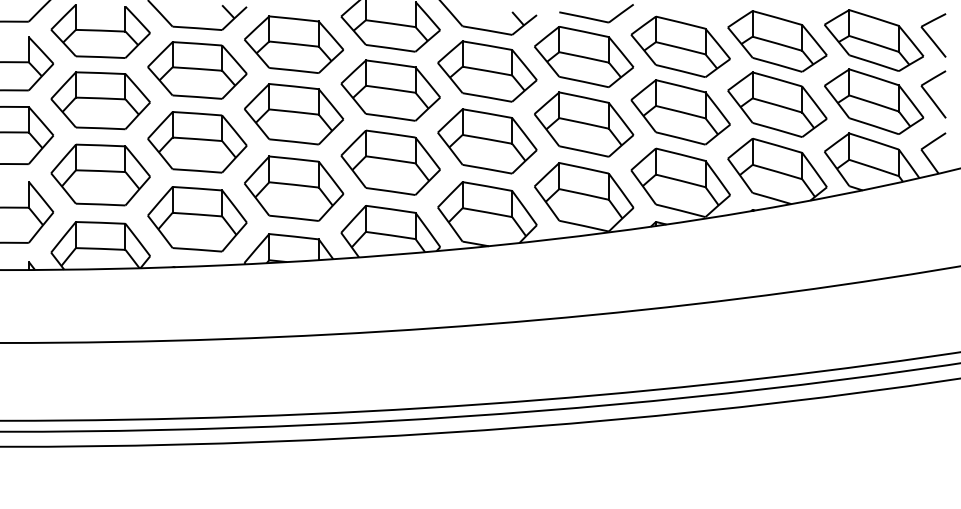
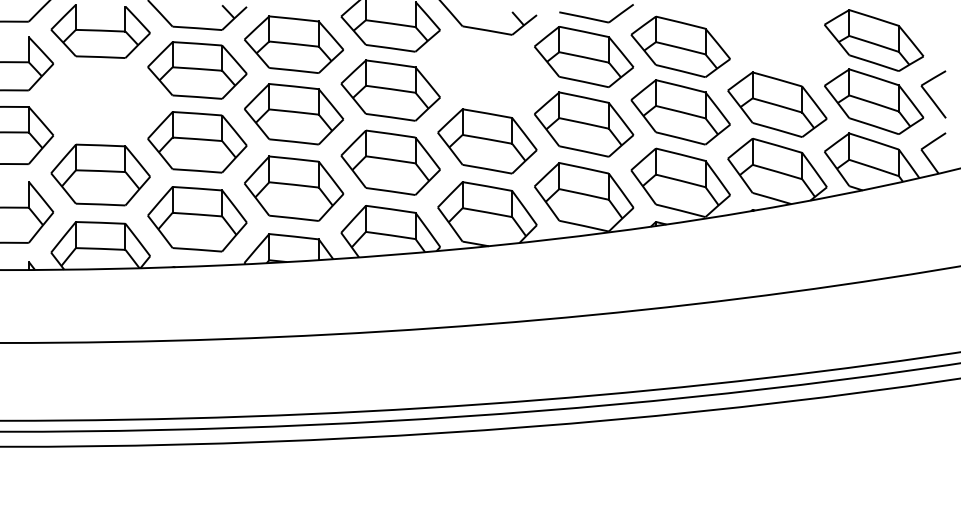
part at (933, 35): present -> none
part at (777, 41): present -> none
part at (487, 71): present -> none
part at (100, 100): present -> none
